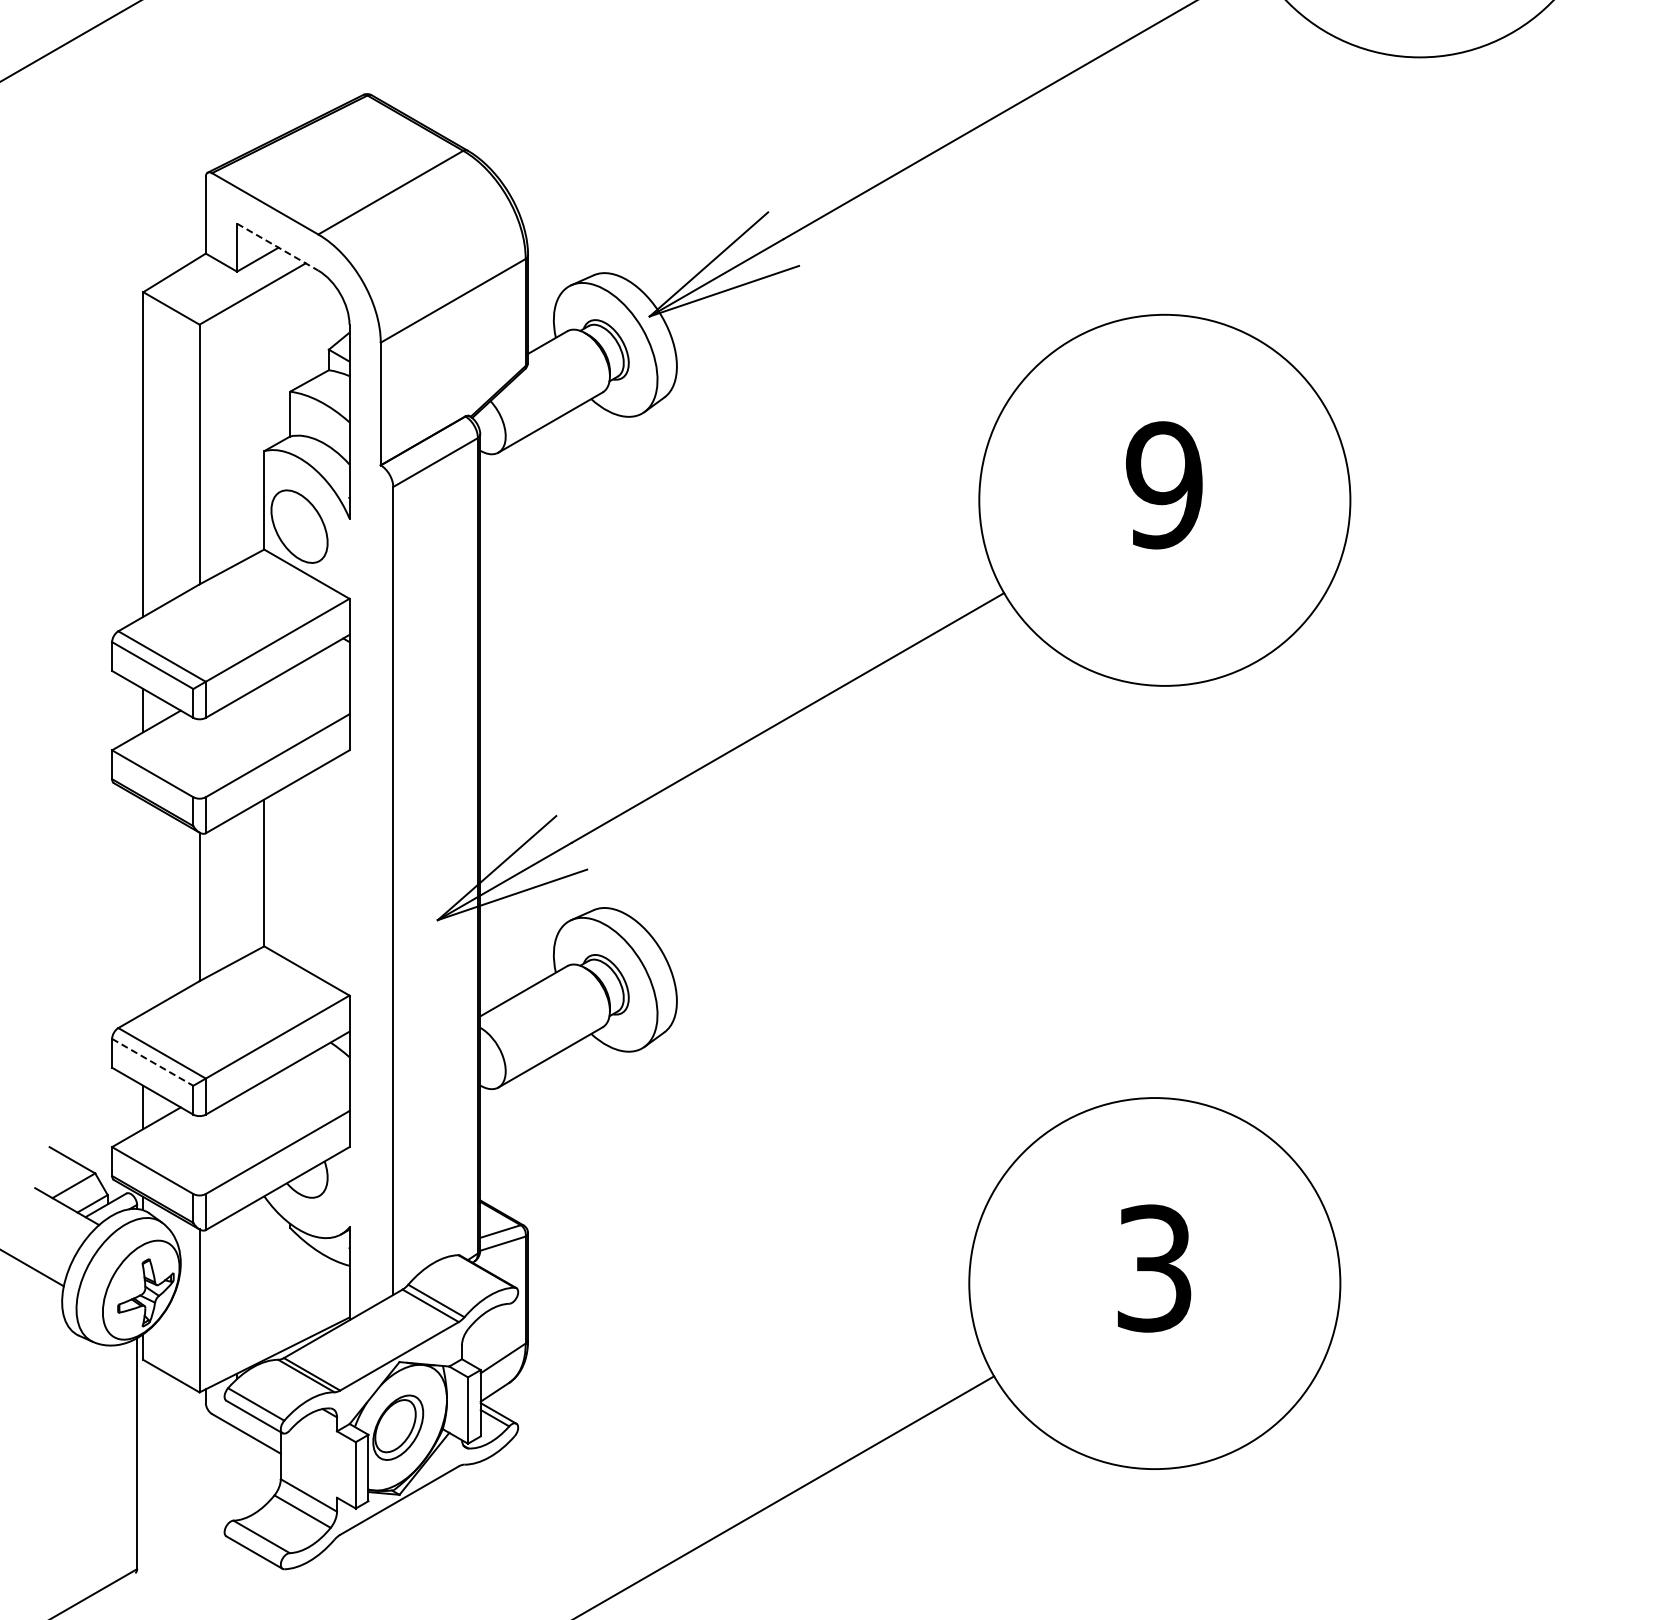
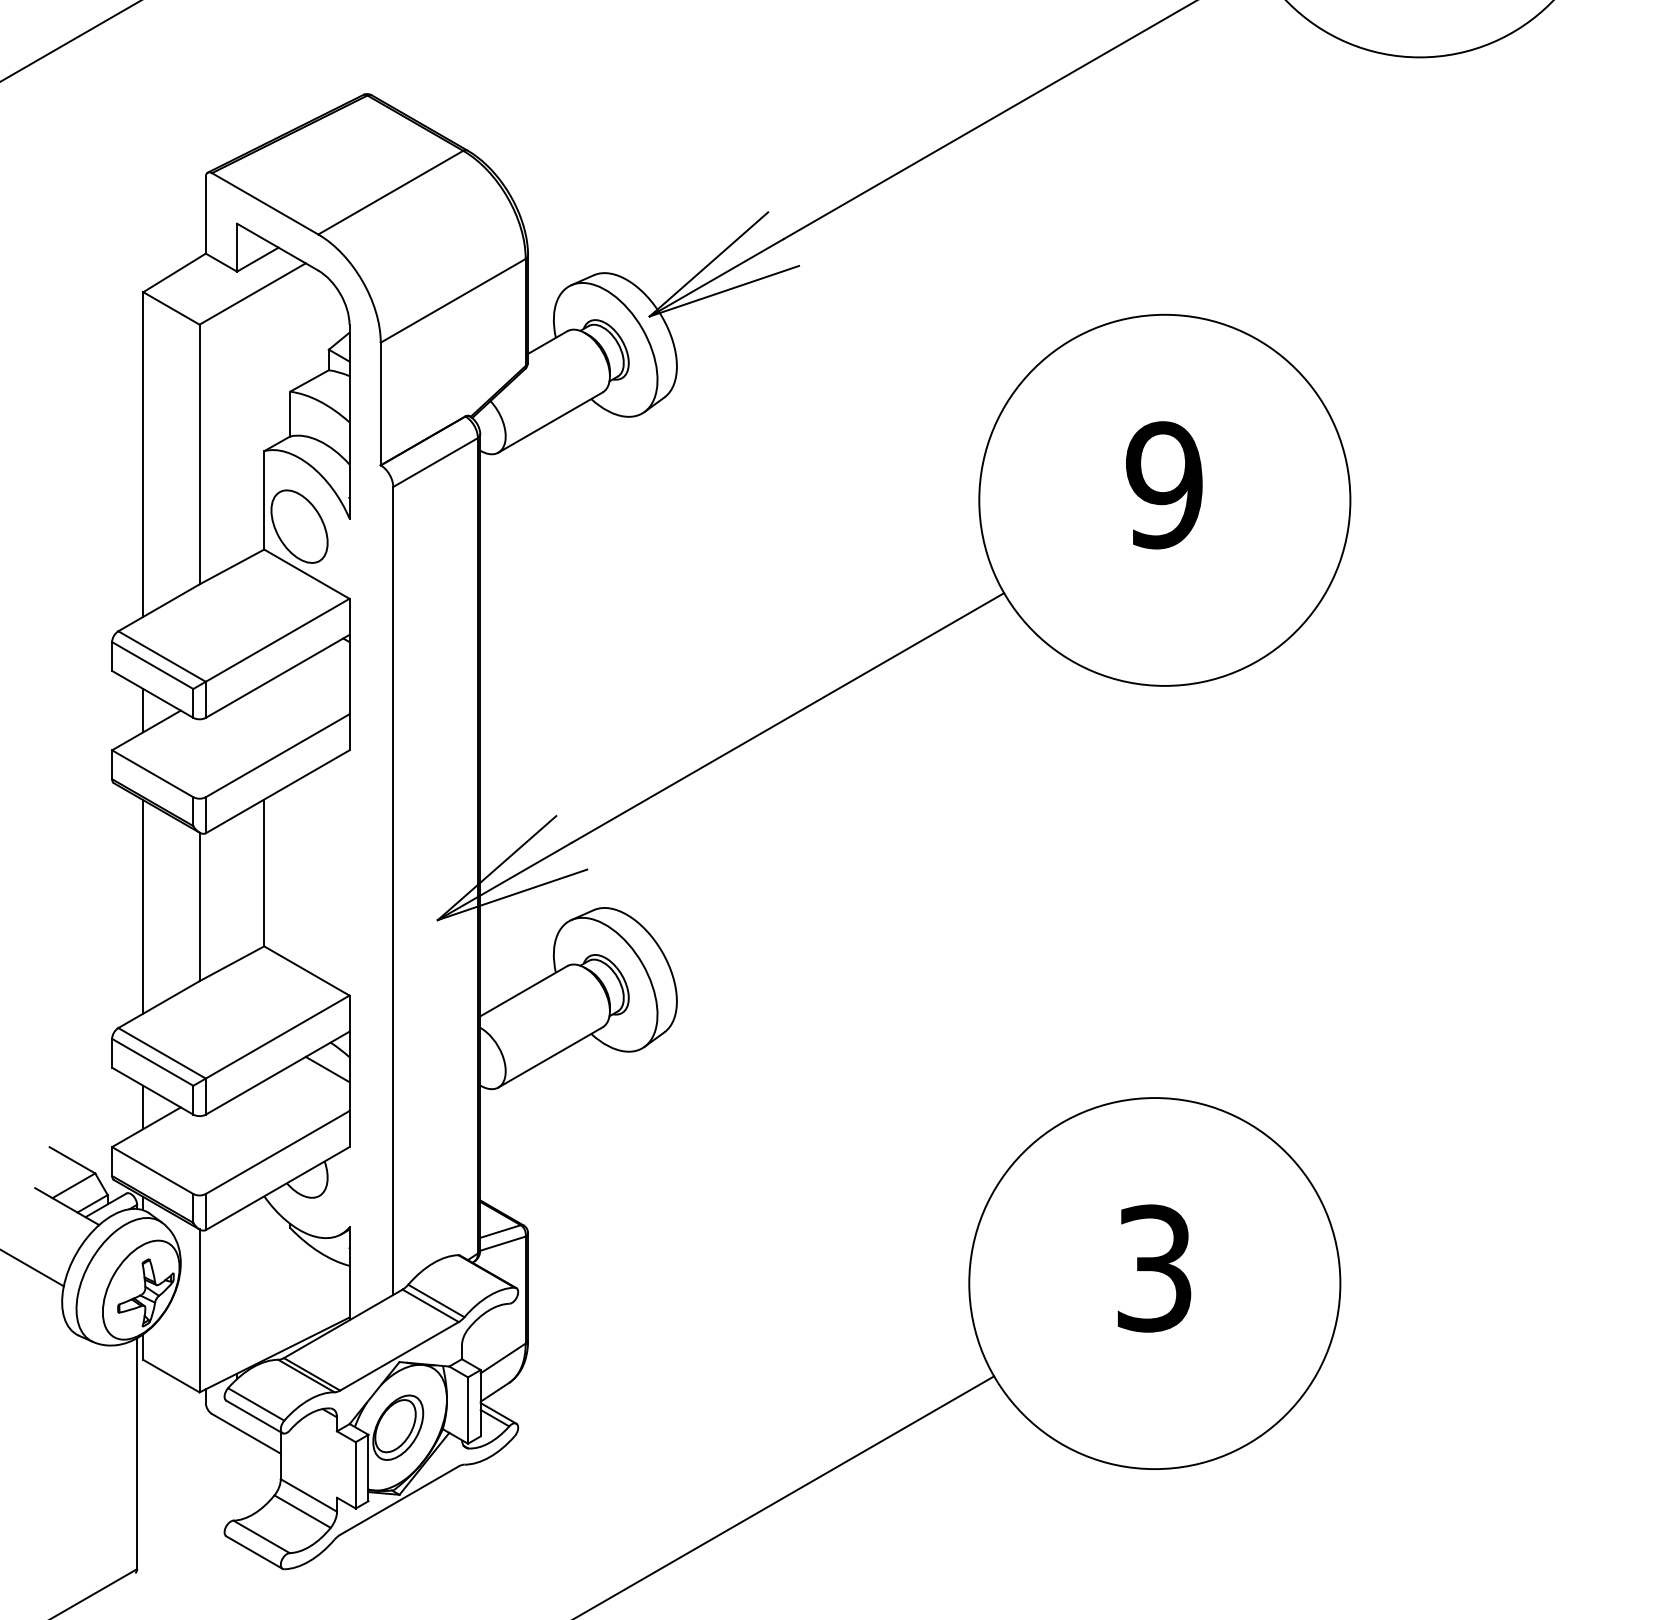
line at (277, 247): dashed -> solid
line at (143, 906): none -> present
line at (152, 1062): dashed -> solid
line at (327, 1069): none -> present
